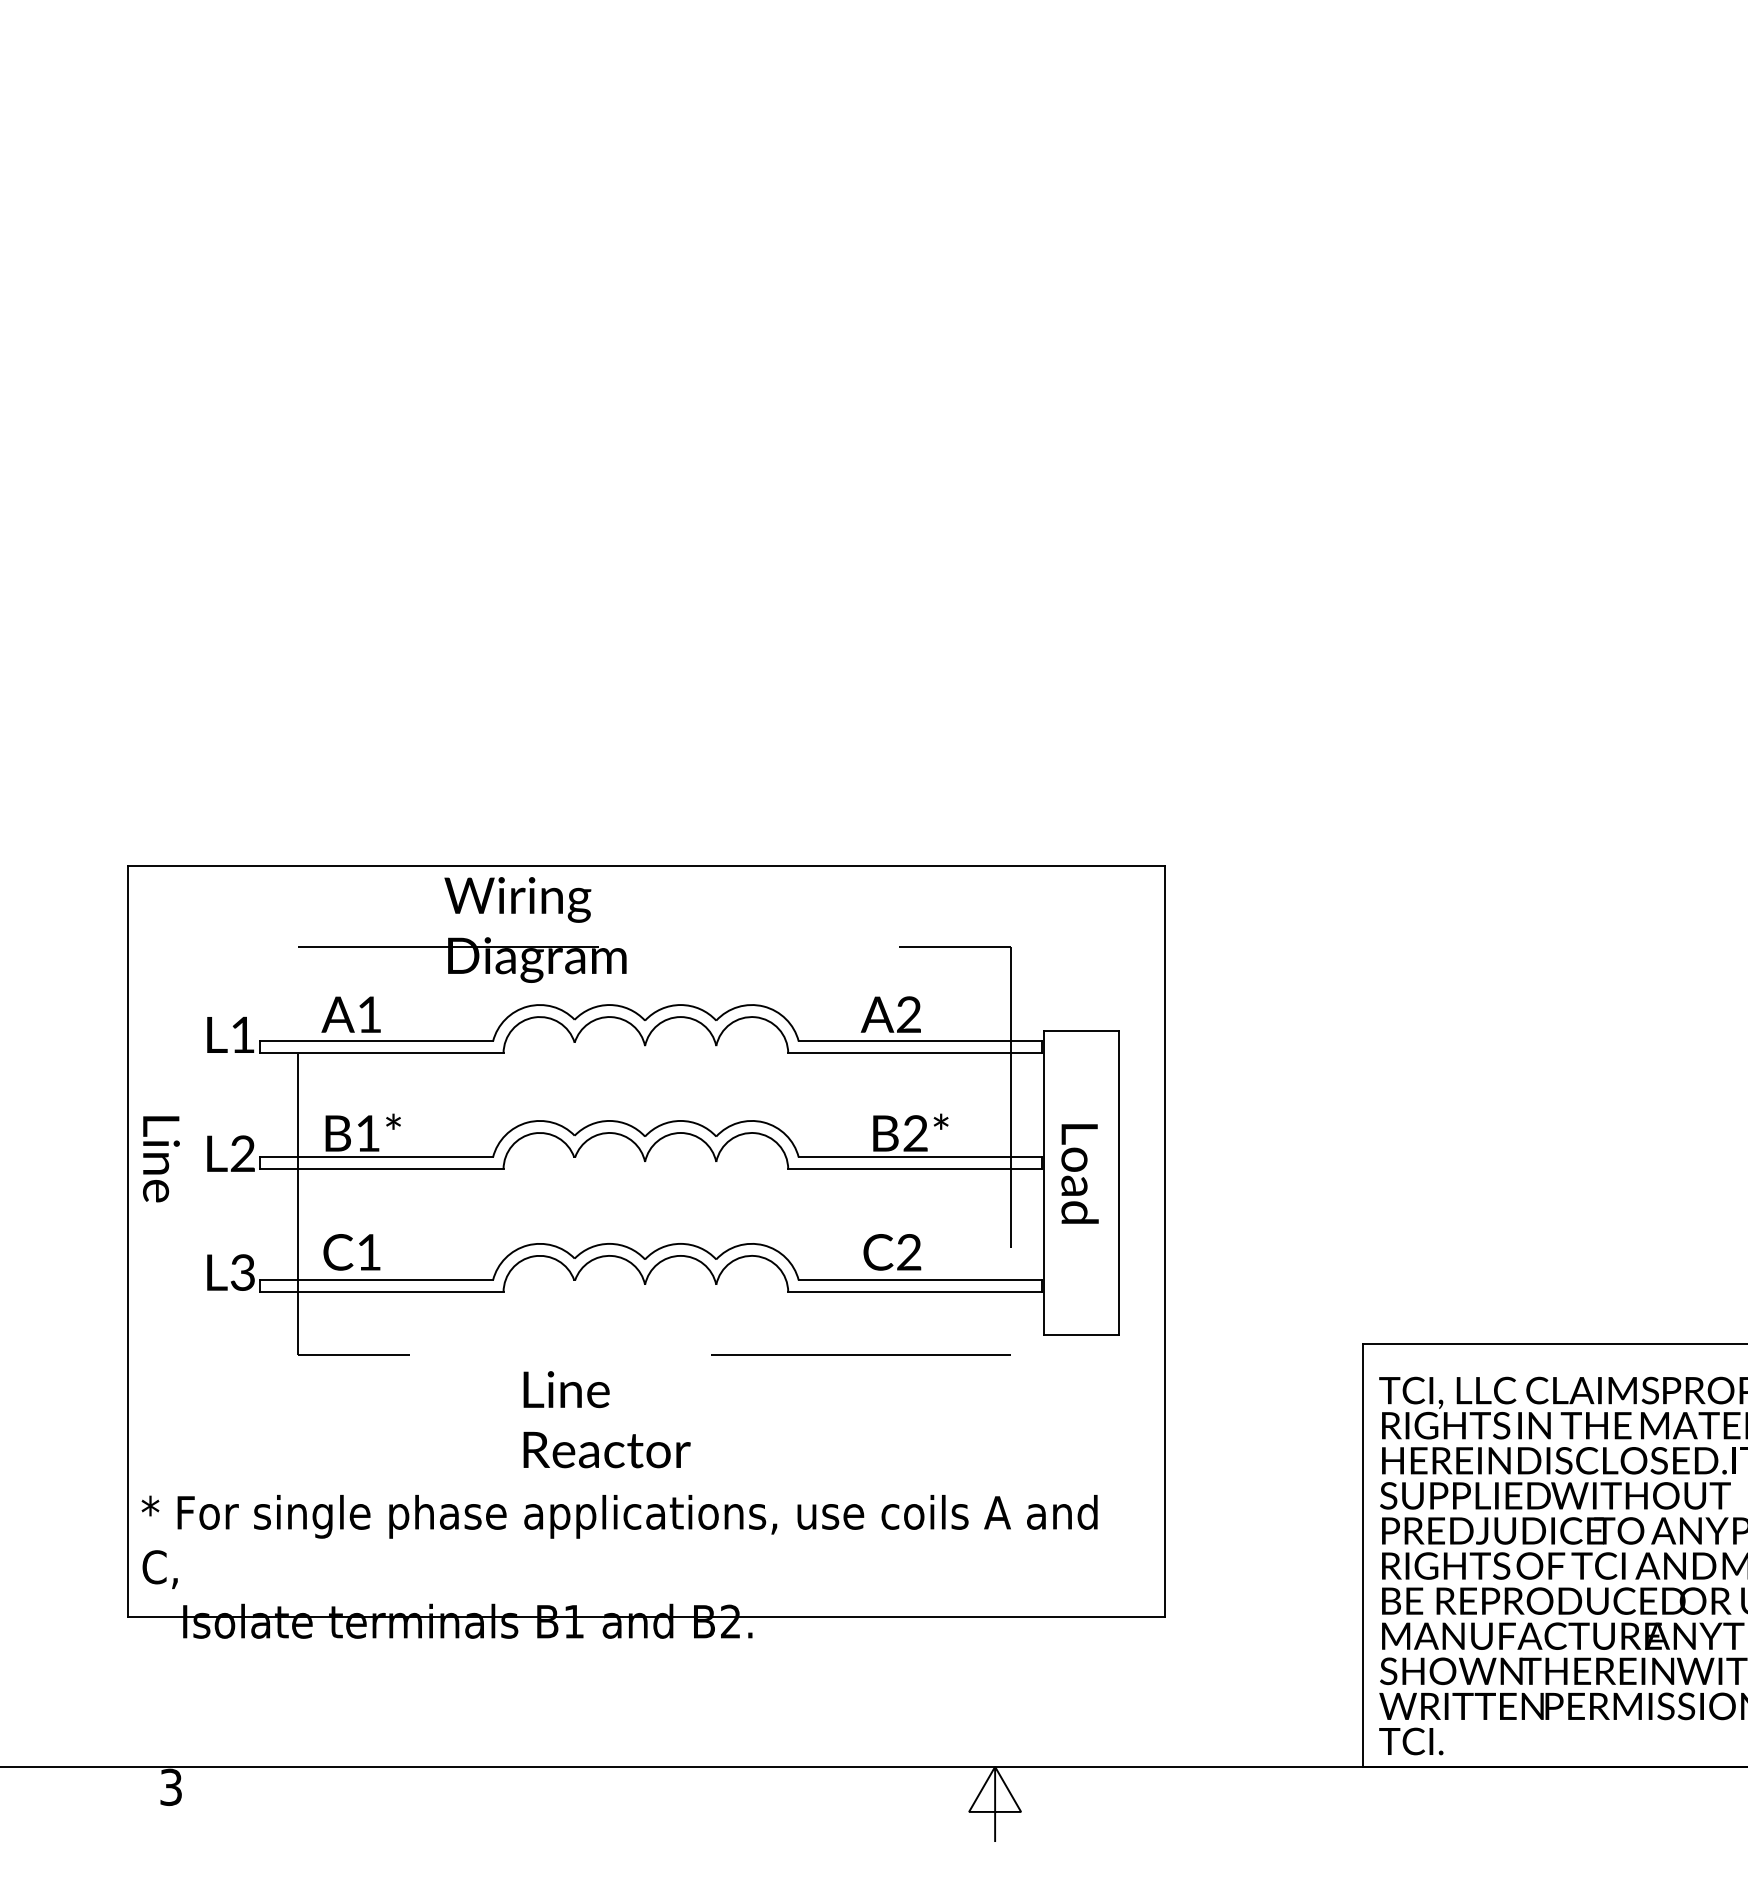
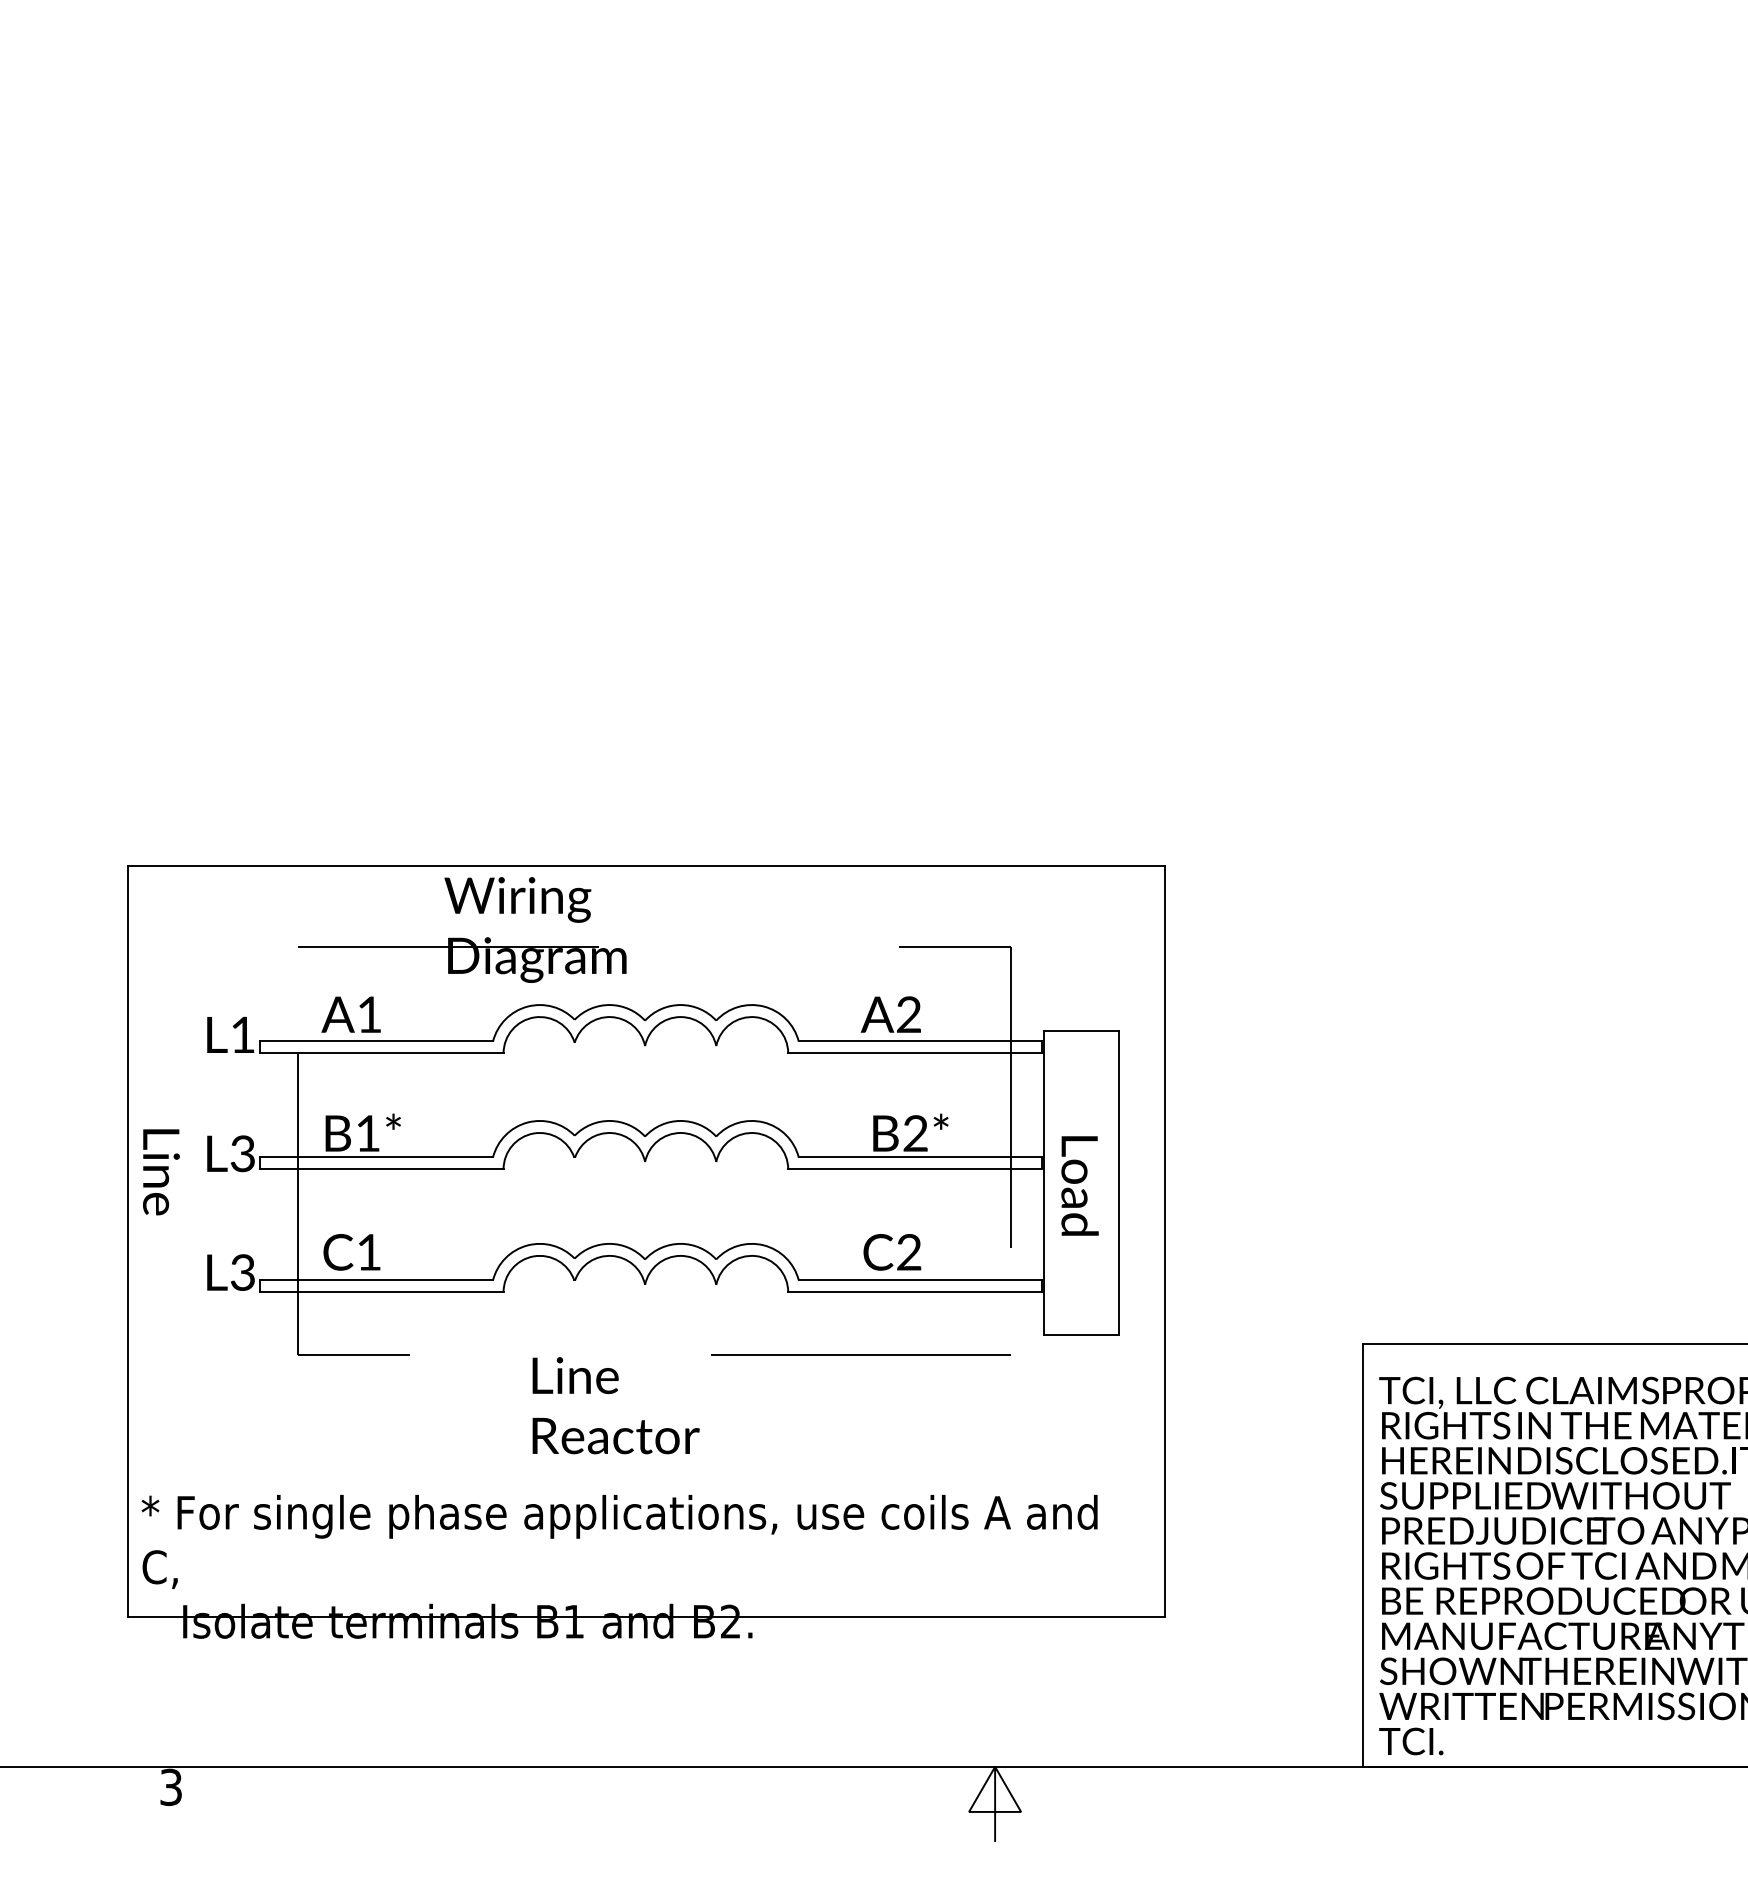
text at (242, 1154): L2 -> L3
text at (161, 1159) position: (161, 1159) -> (161, 1172)
text at (1079, 1173) position: (1079, 1173) -> (1079, 1185)
text at (606, 1419) position: (606, 1419) -> (615, 1405)
